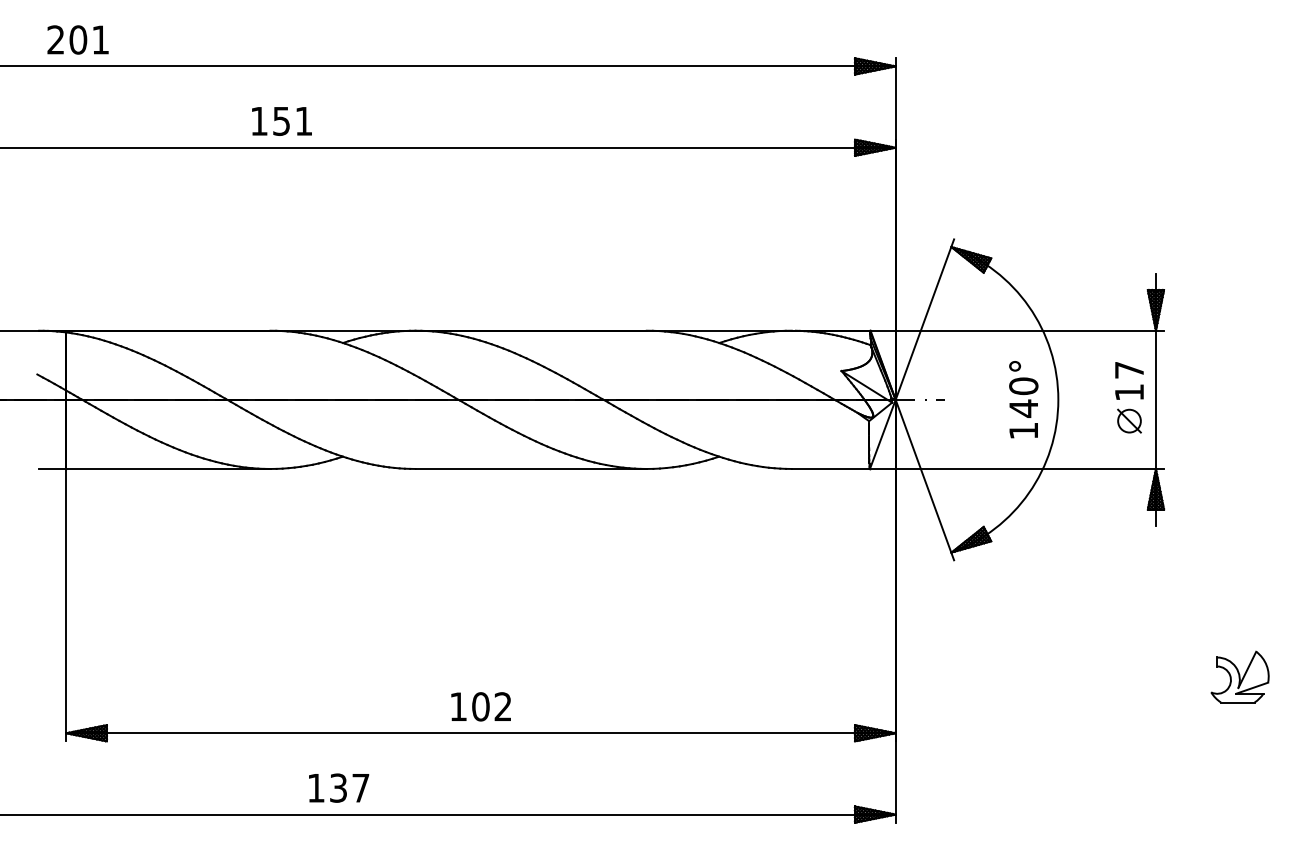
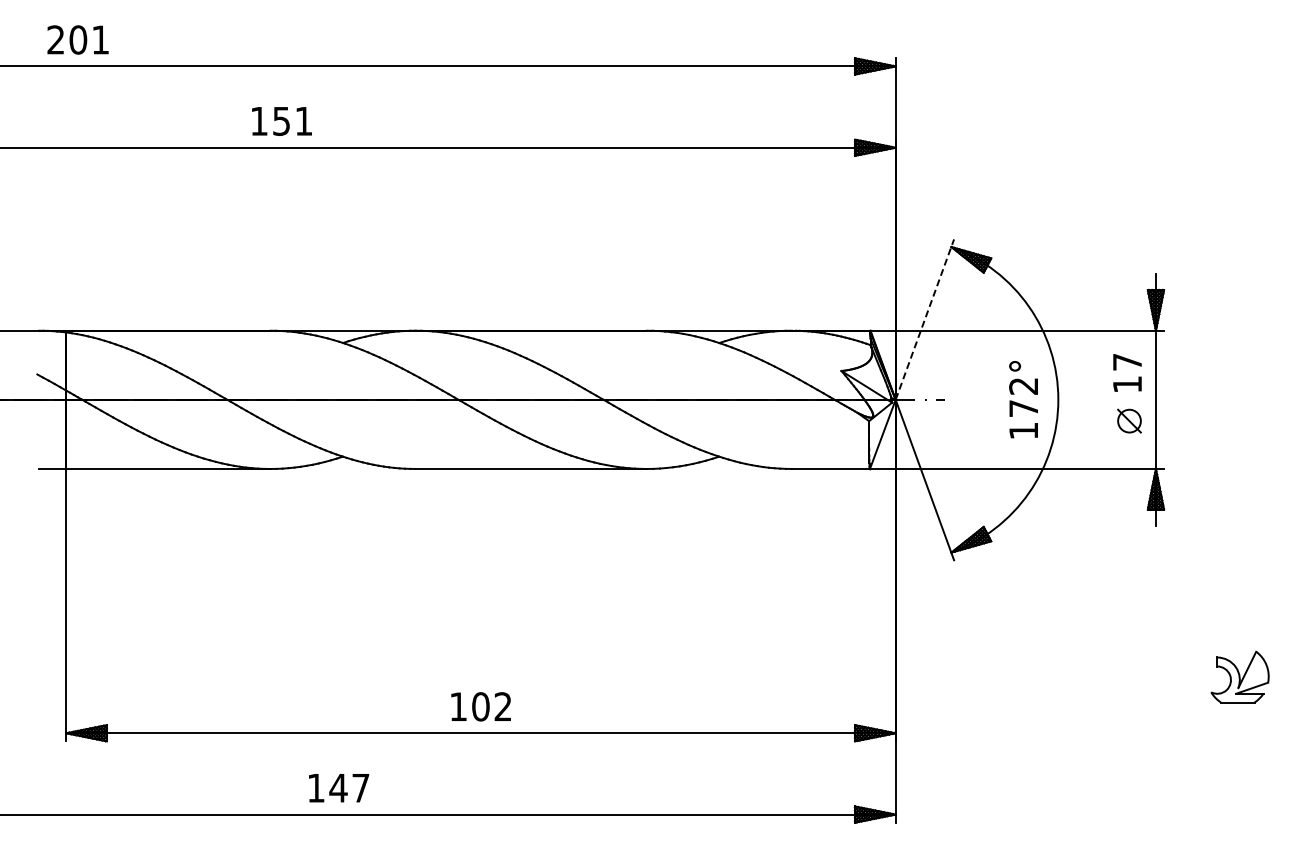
line at (925, 319): solid -> dashed
text at (1129, 380) position: (1129, 380) -> (1127, 372)
text at (1023, 397): 140° -> 172°
text at (338, 787): 137 -> 147
